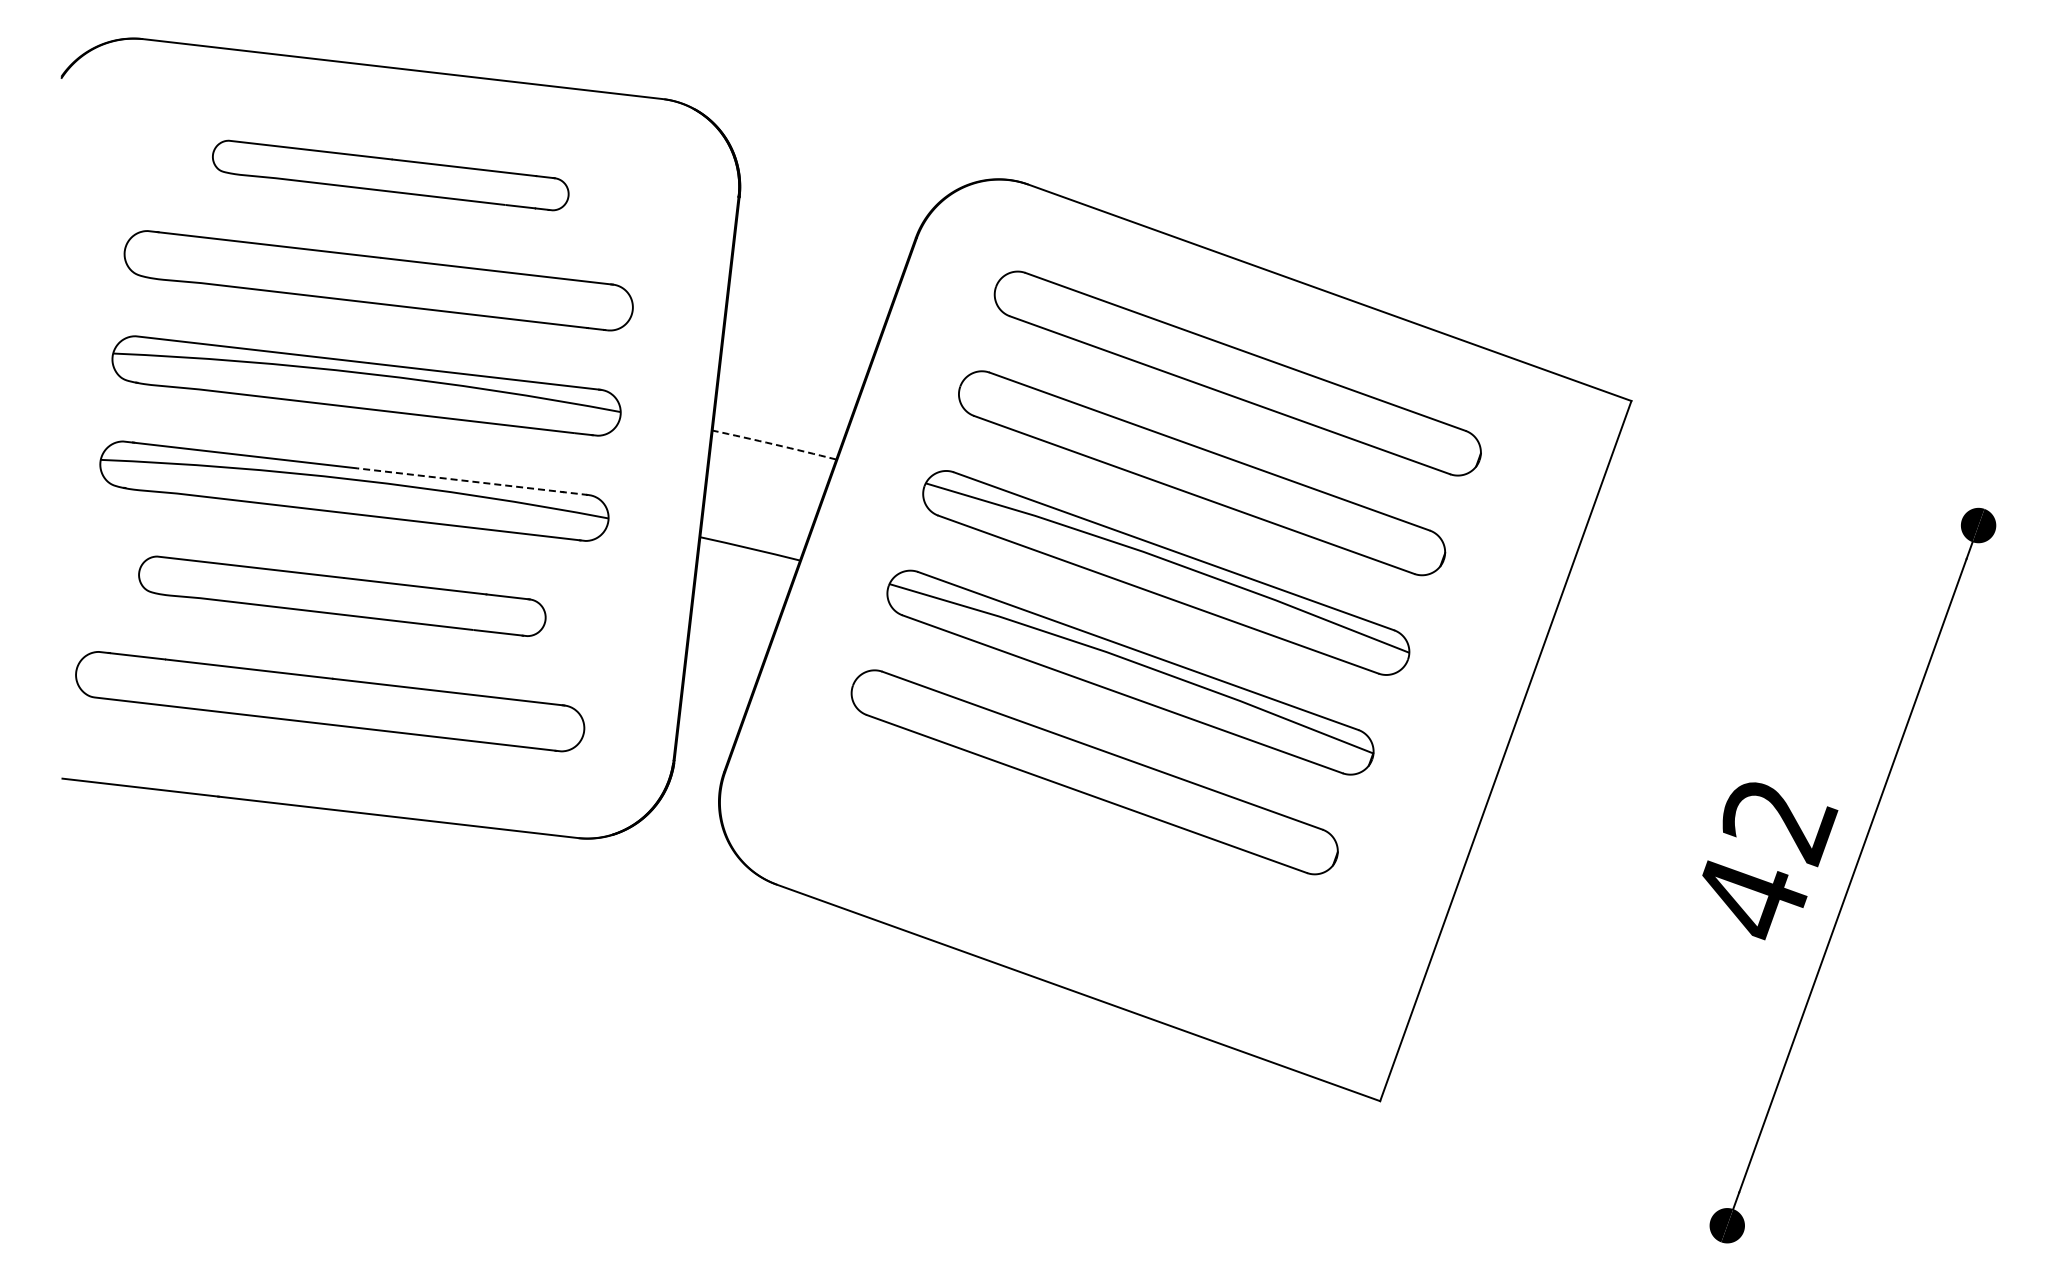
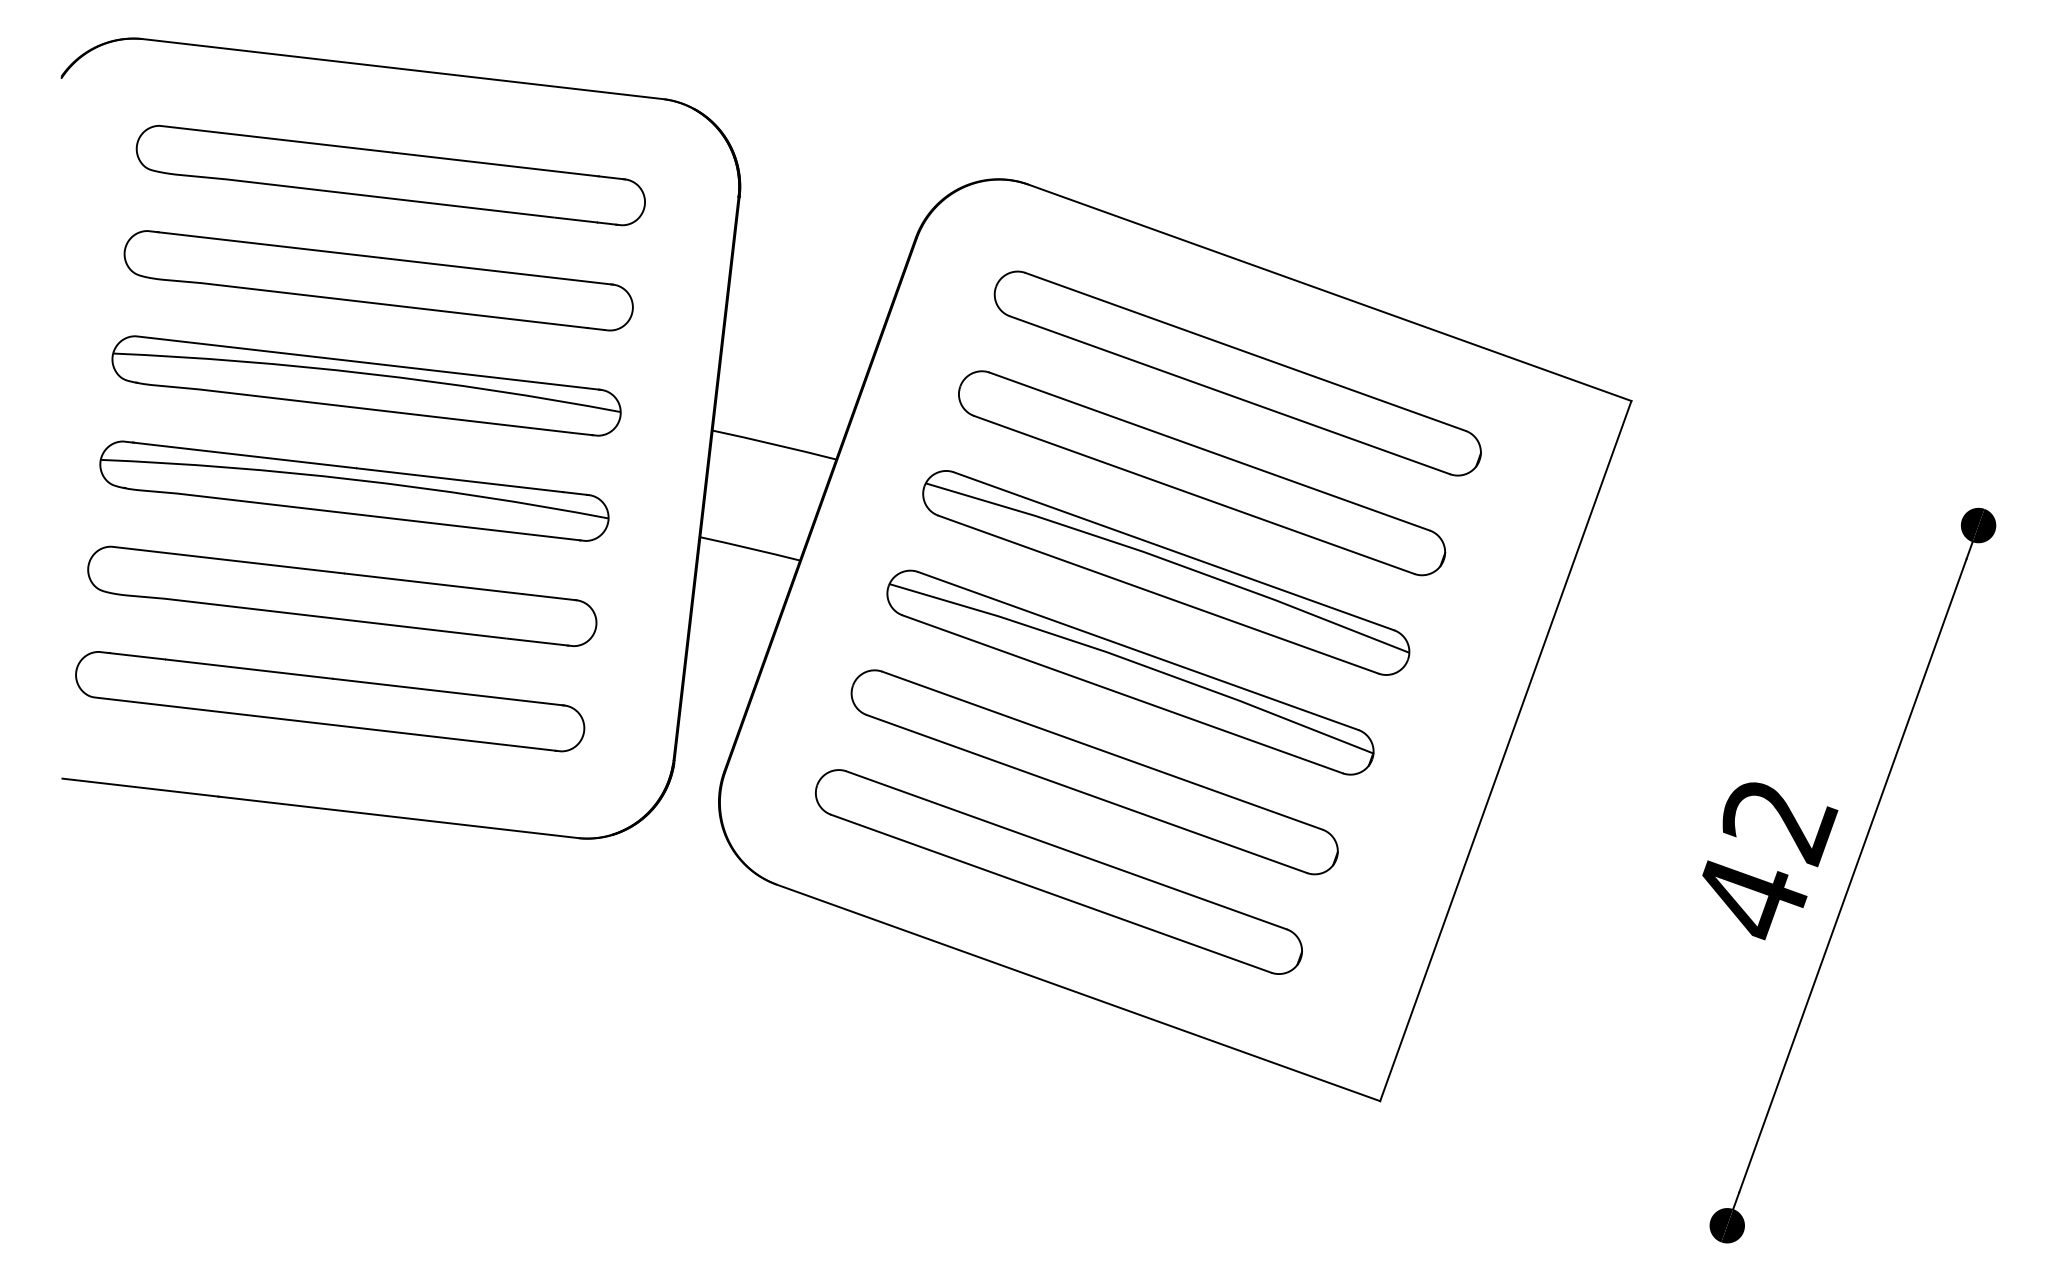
part at (390, 175) size: 358x73 px -> 511x103 px
arc at (774, 444): dashed -> solid
line at (472, 481): dashed -> solid
part at (342, 595) size: 409x82 px -> 511x102 px
part at (1058, 871): none -> present
